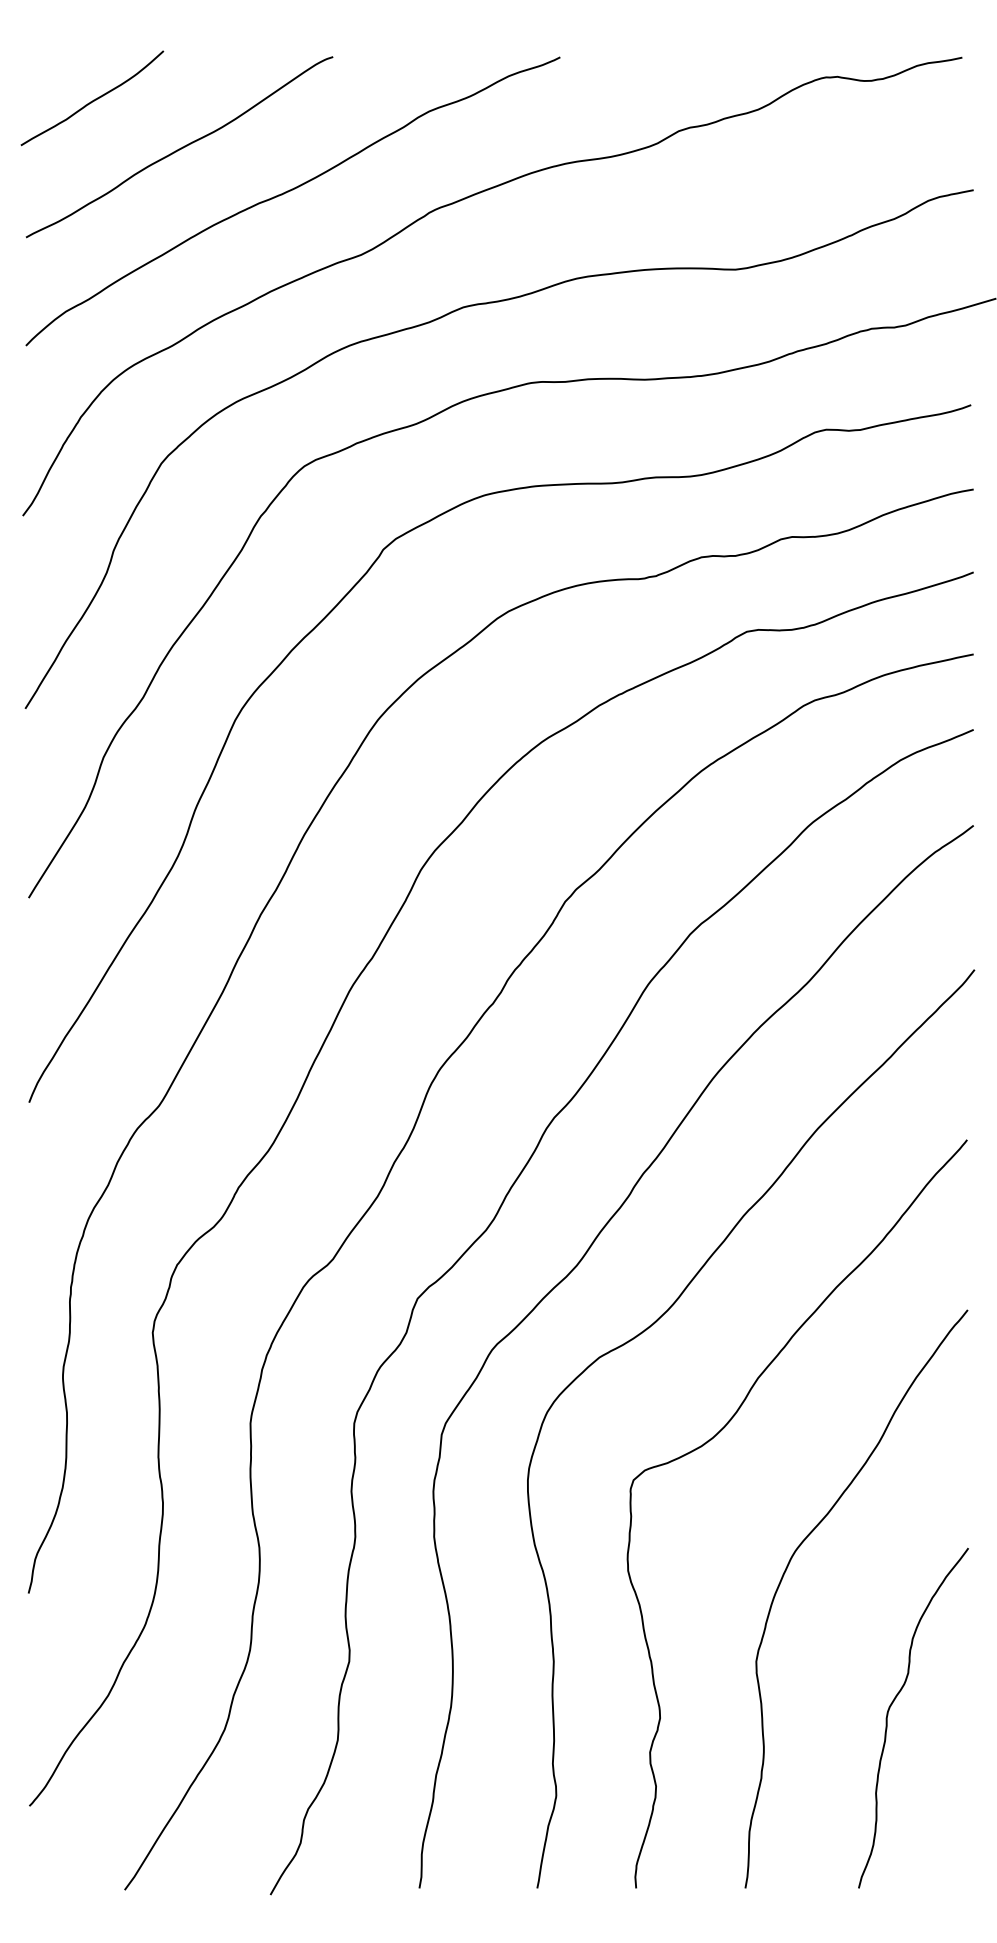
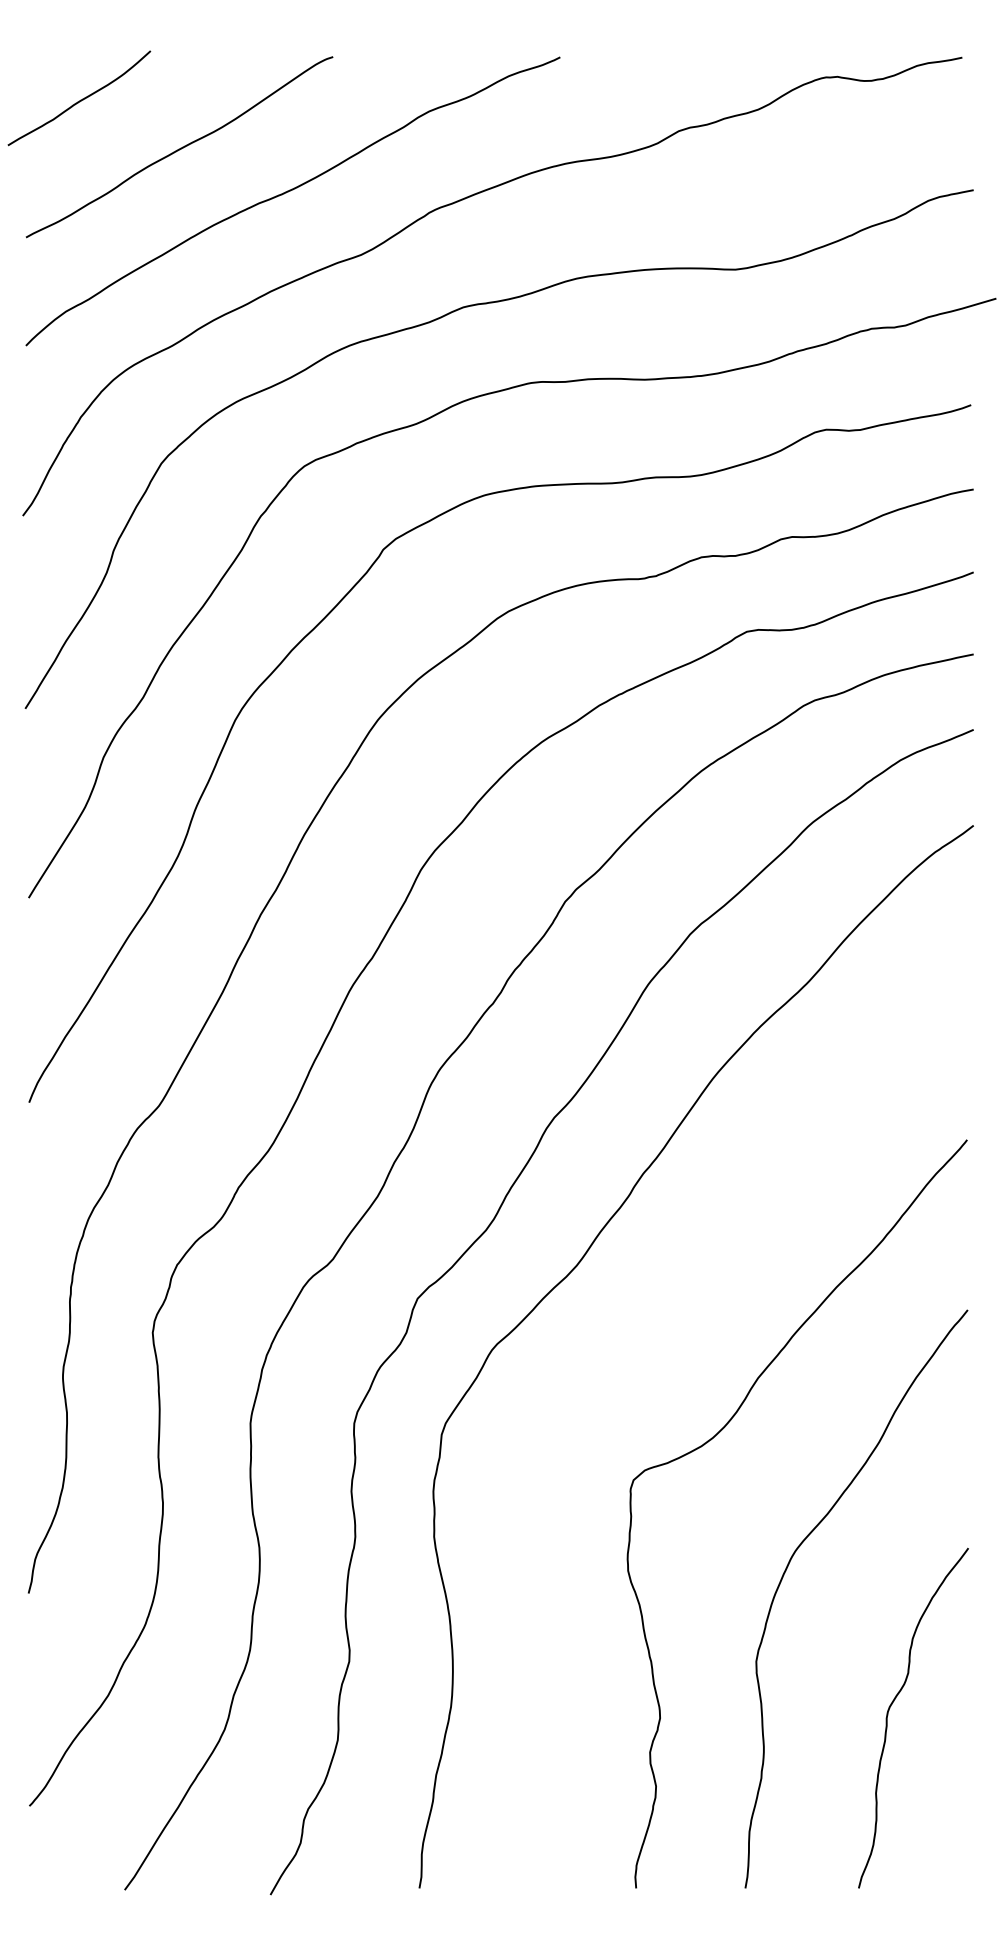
curve at (93, 99) position: (93, 99) -> (80, 99)
curve at (654, 1324): present -> none
